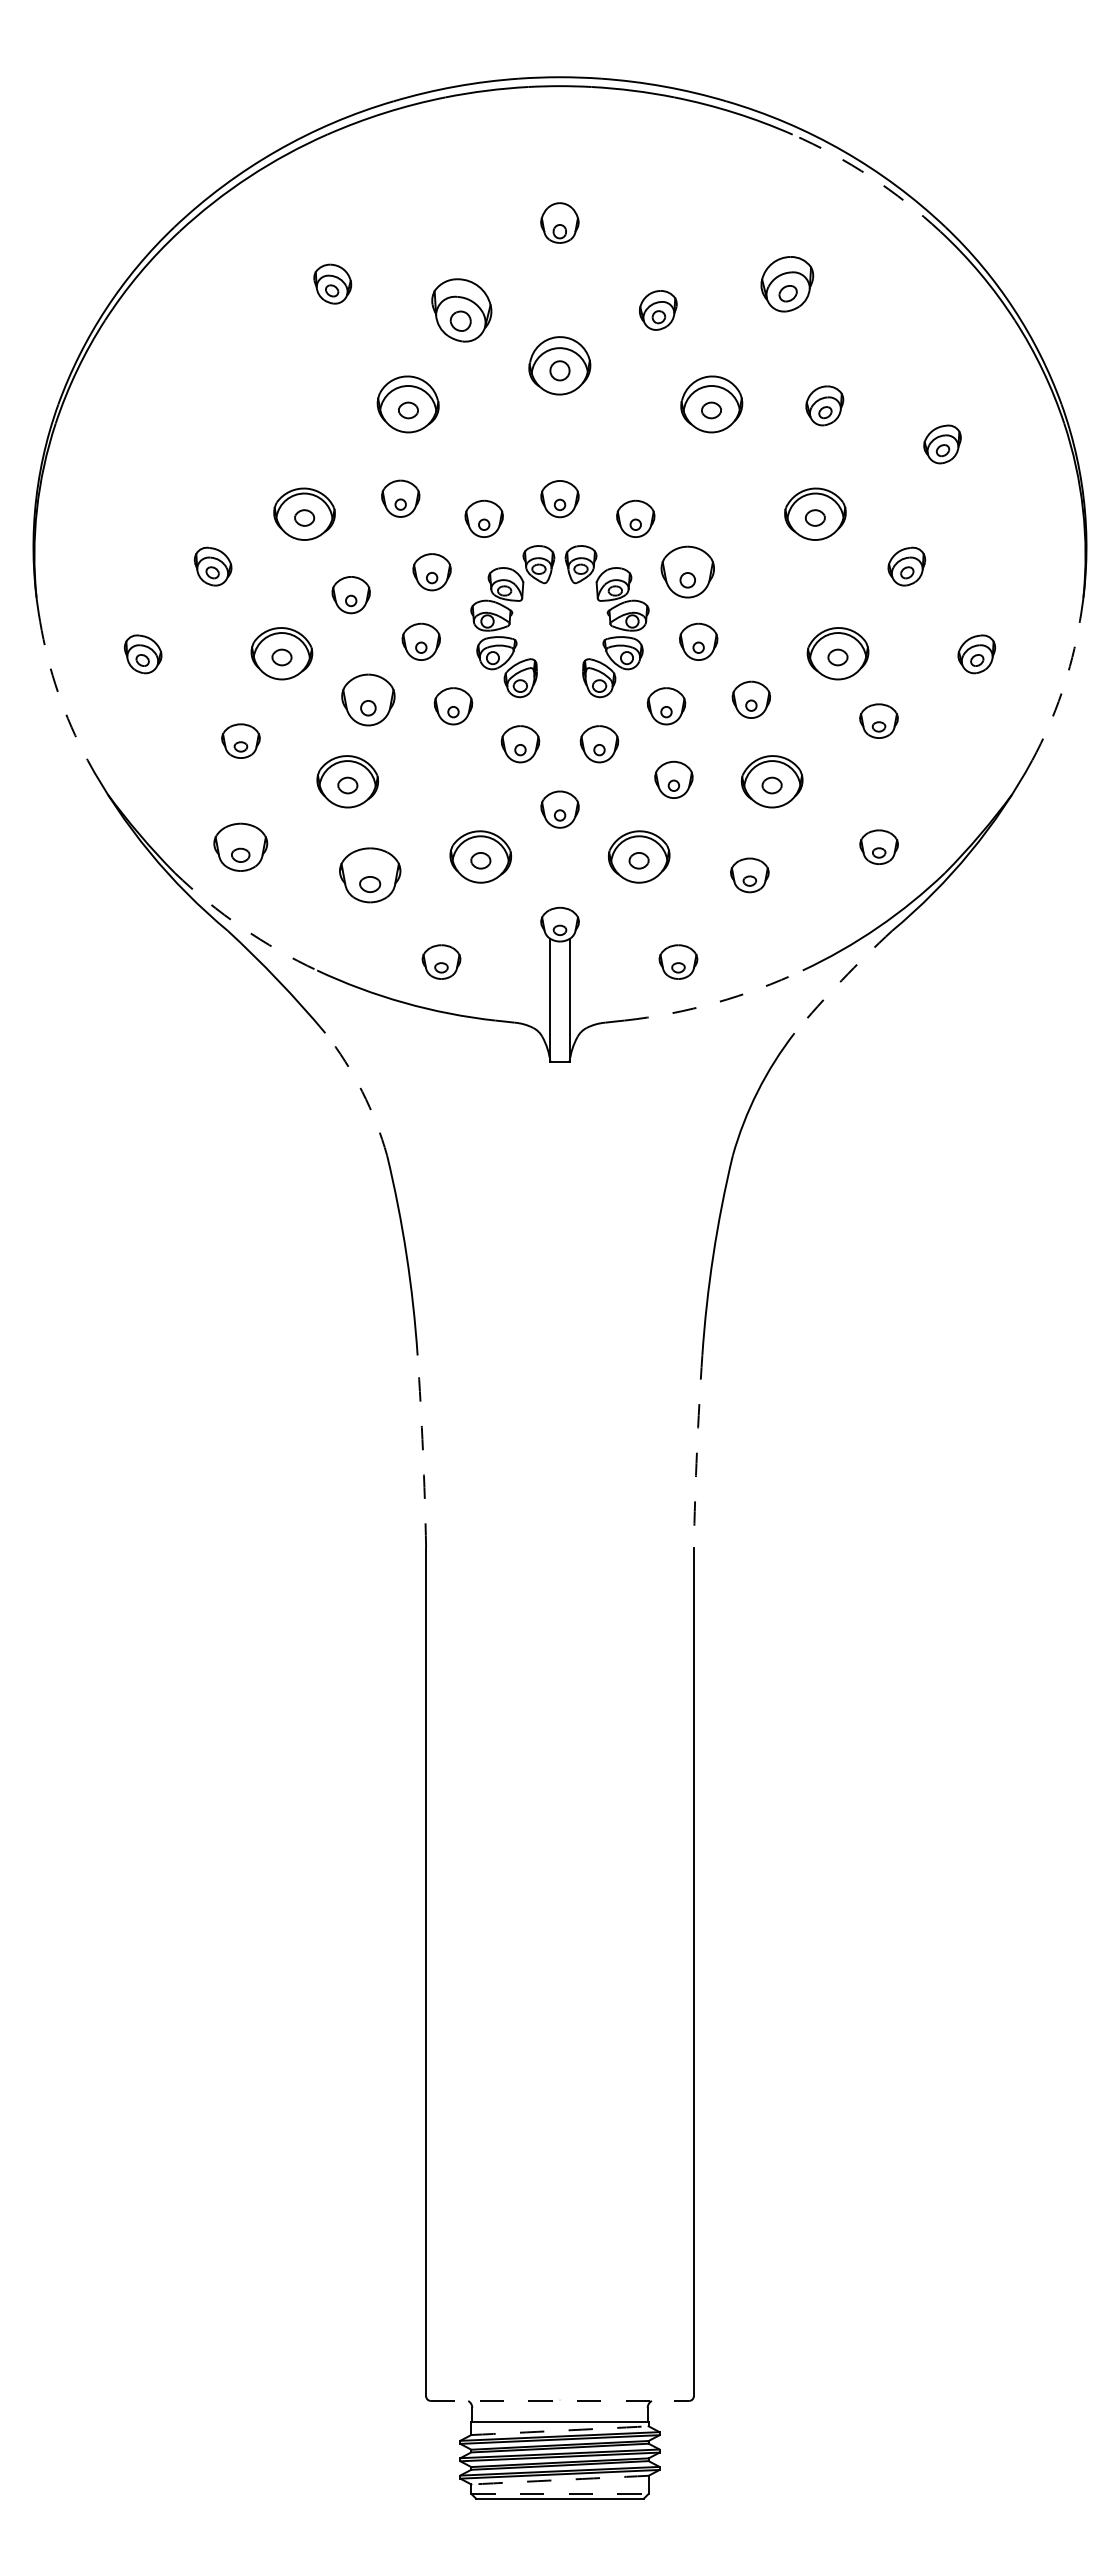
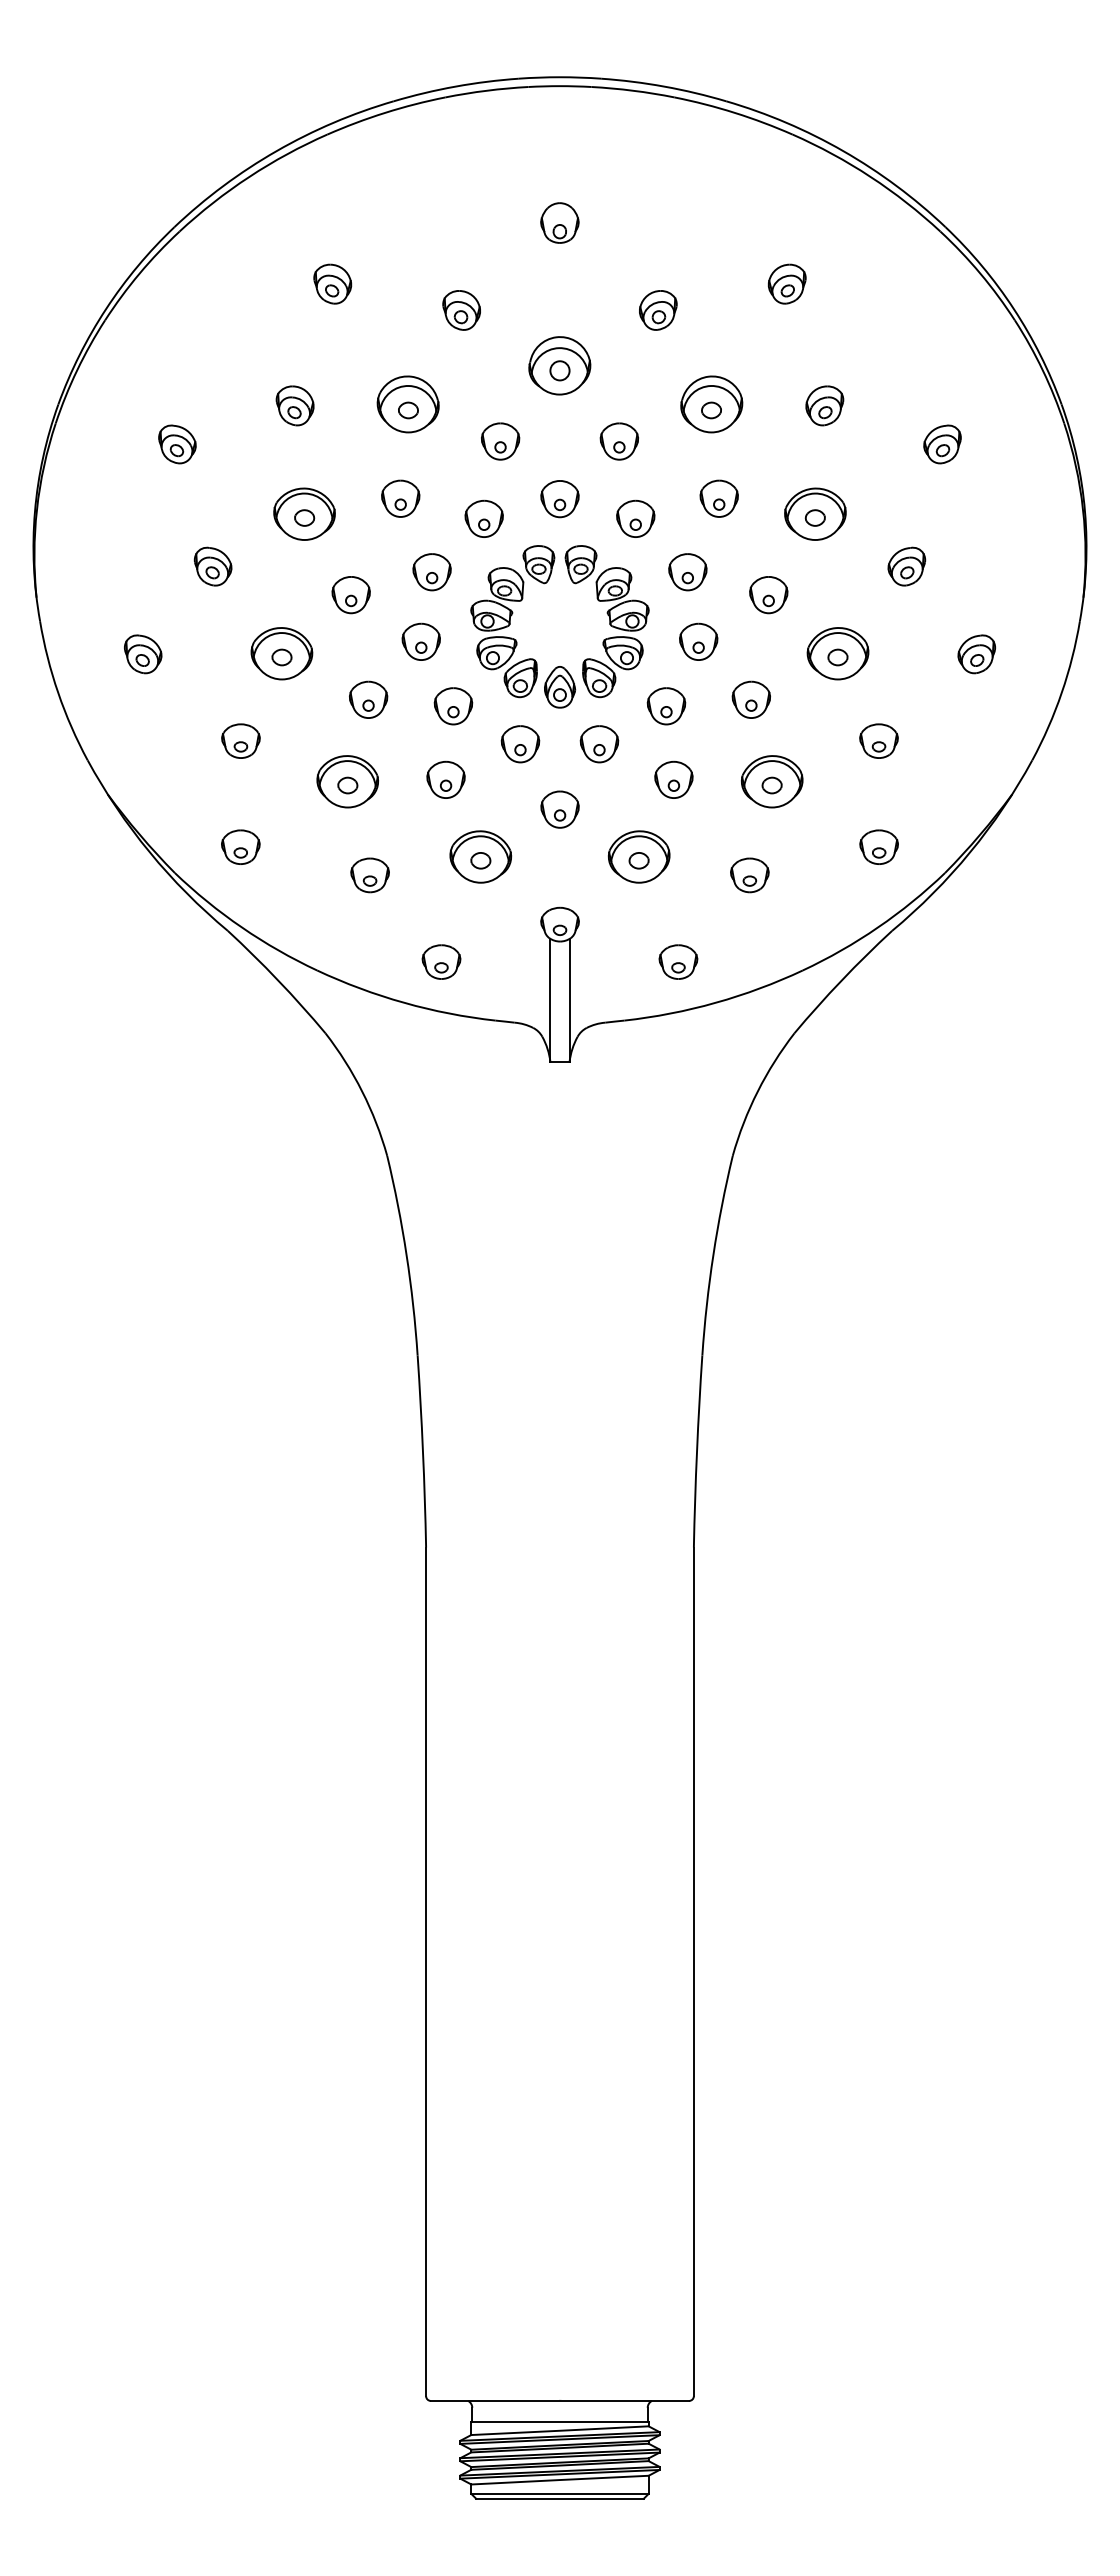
arc at (870, 176): dashed -> solid
part at (787, 284) size: 55x57 px -> 40x42 px
part at (461, 310) size: 62x65 px -> 39x41 px
part at (294, 405): none -> present
part at (500, 441): none -> present
part at (618, 441): none -> present
part at (177, 444): none -> present
part at (718, 498): none -> present
part at (687, 571) size: 55x54 px -> 40x39 px
part at (768, 595): none -> present
part at (560, 687): none -> present
arc at (58, 692): dashed -> solid
arc at (1061, 692): dashed -> solid
part at (368, 699) size: 55x54 px -> 40x39 px
part at (878, 720) position: (878, 720) -> (878, 740)
part at (445, 779): none -> present
part at (240, 846) size: 56x50 px -> 40x36 px
part at (370, 875) size: 63x57 px -> 40x37 px
arc at (241, 927): dashed -> solid
arc at (841, 980): dashed -> solid
arc at (715, 1002): dashed -> solid
arc at (362, 1091): dashed -> solid
arc at (423, 1451): dashed -> solid
arc at (696, 1451): dashed -> solid
line at (560, 2400): dashed -> solid
arc at (560, 2430): dashed -> solid
arc at (560, 2480): dashed -> solid
line at (560, 2493): dashed -> solid
